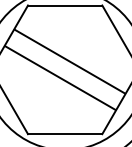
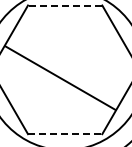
line at (64, 5): solid -> dashed
line at (69, 61): present -> none
line at (65, 134): solid -> dashed
